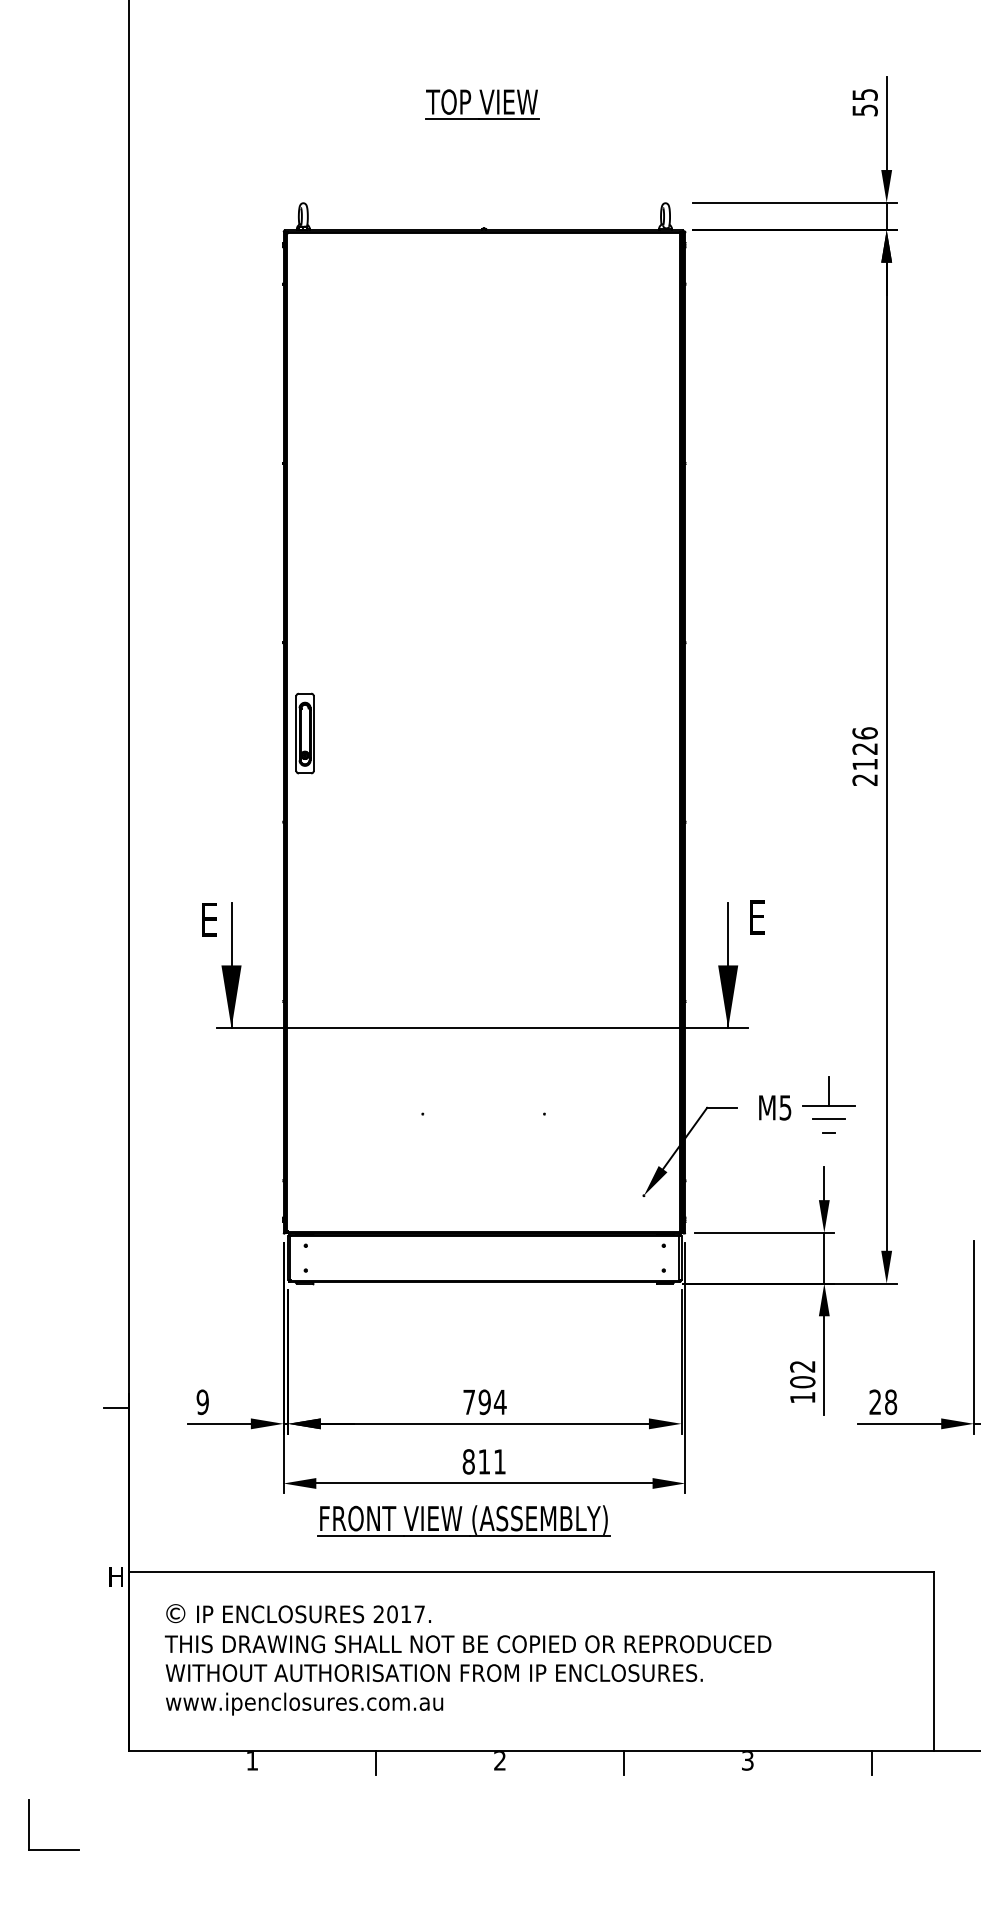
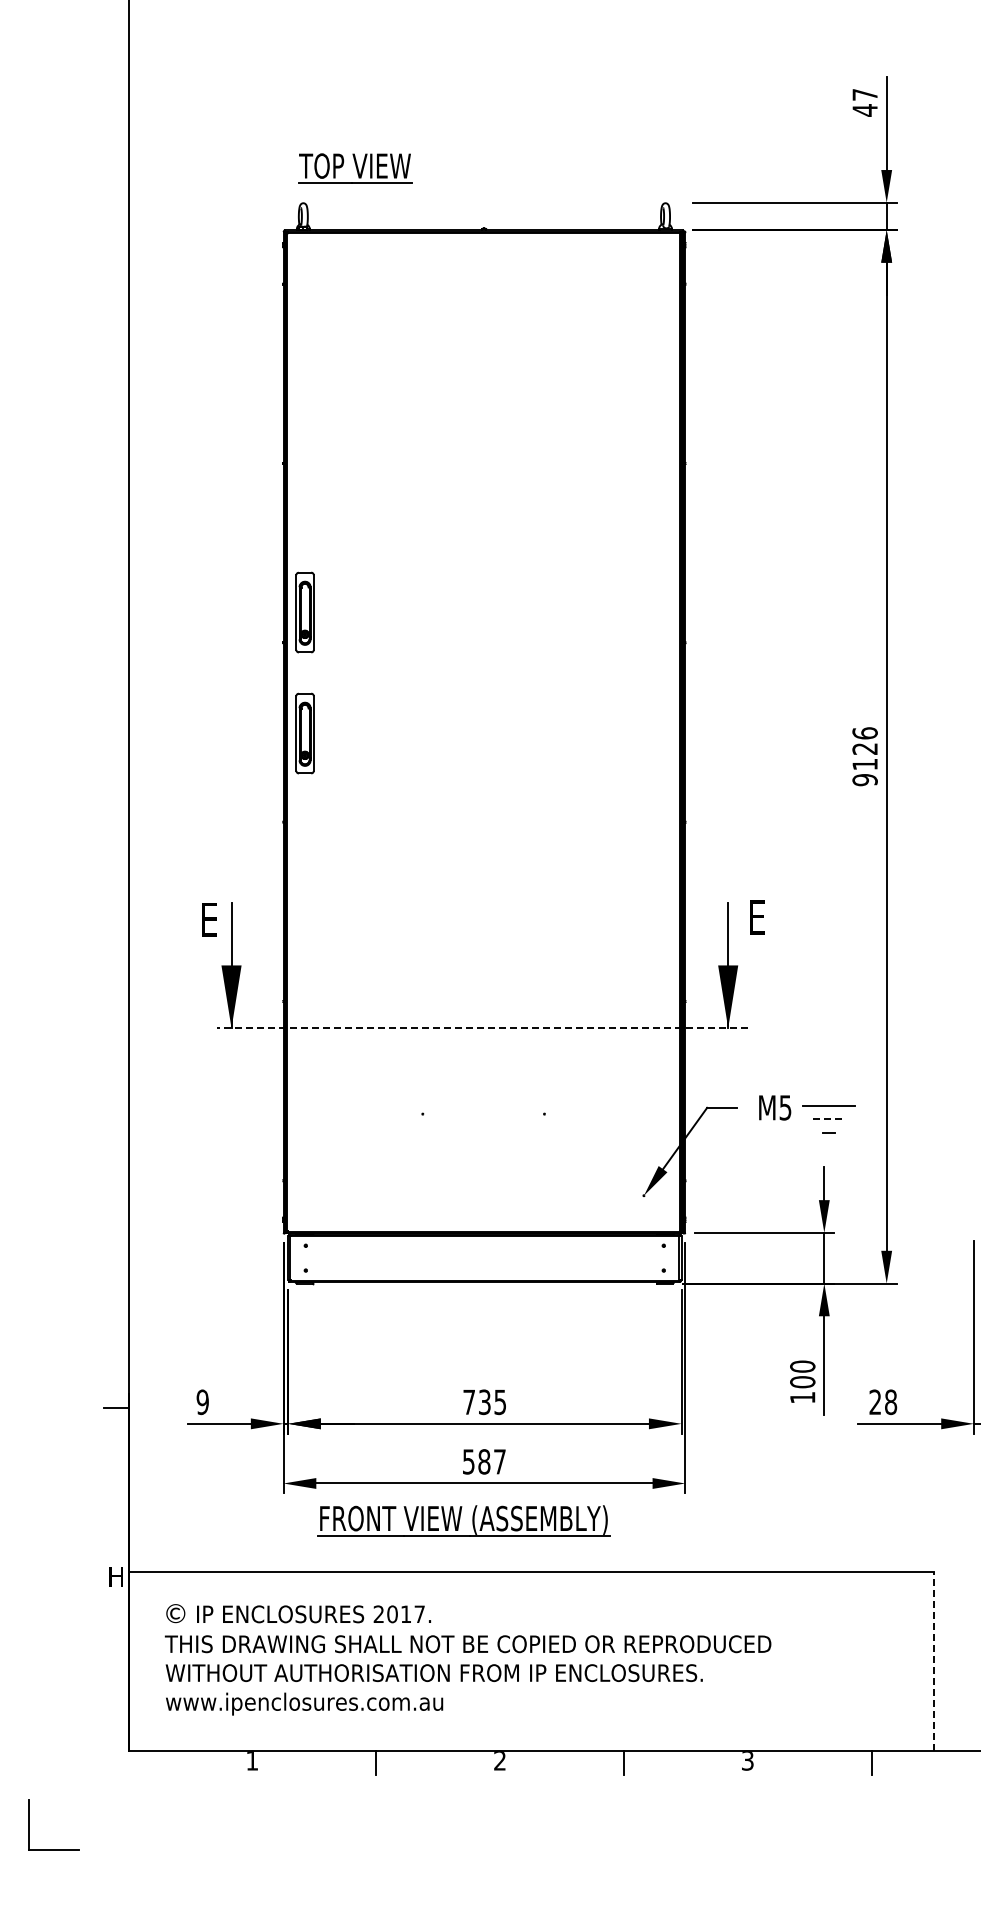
text at (864, 102): 55 -> 47
part at (482, 104) position: (482, 104) -> (355, 168)
part at (304, 612): none -> present
text at (864, 780): 2126 -> 9126
line at (482, 1028): solid -> dashed
line at (828, 1090): present -> none
line at (828, 1119): solid -> dashed
text at (802, 1366): 102 -> 100
text at (492, 1402): 794 -> 735
text at (483, 1461): 811 -> 587
line at (934, 1661): solid -> dashed
